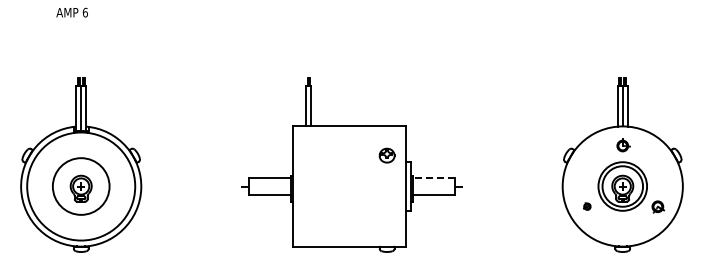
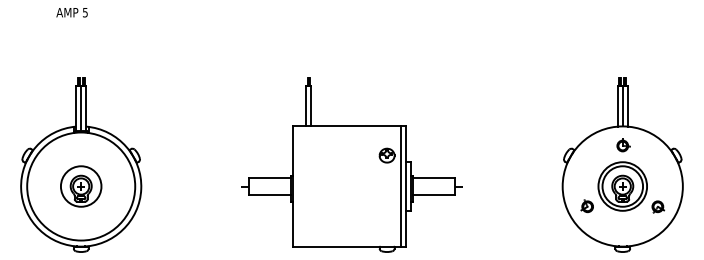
text at (84, 12): 6 -> 5
line at (433, 178): dashed -> solid
circle at (80, 186) diameter: 57 px -> 41 px
line at (400, 186): none -> present
part at (587, 206) size: 9x9 px -> 14x15 px
